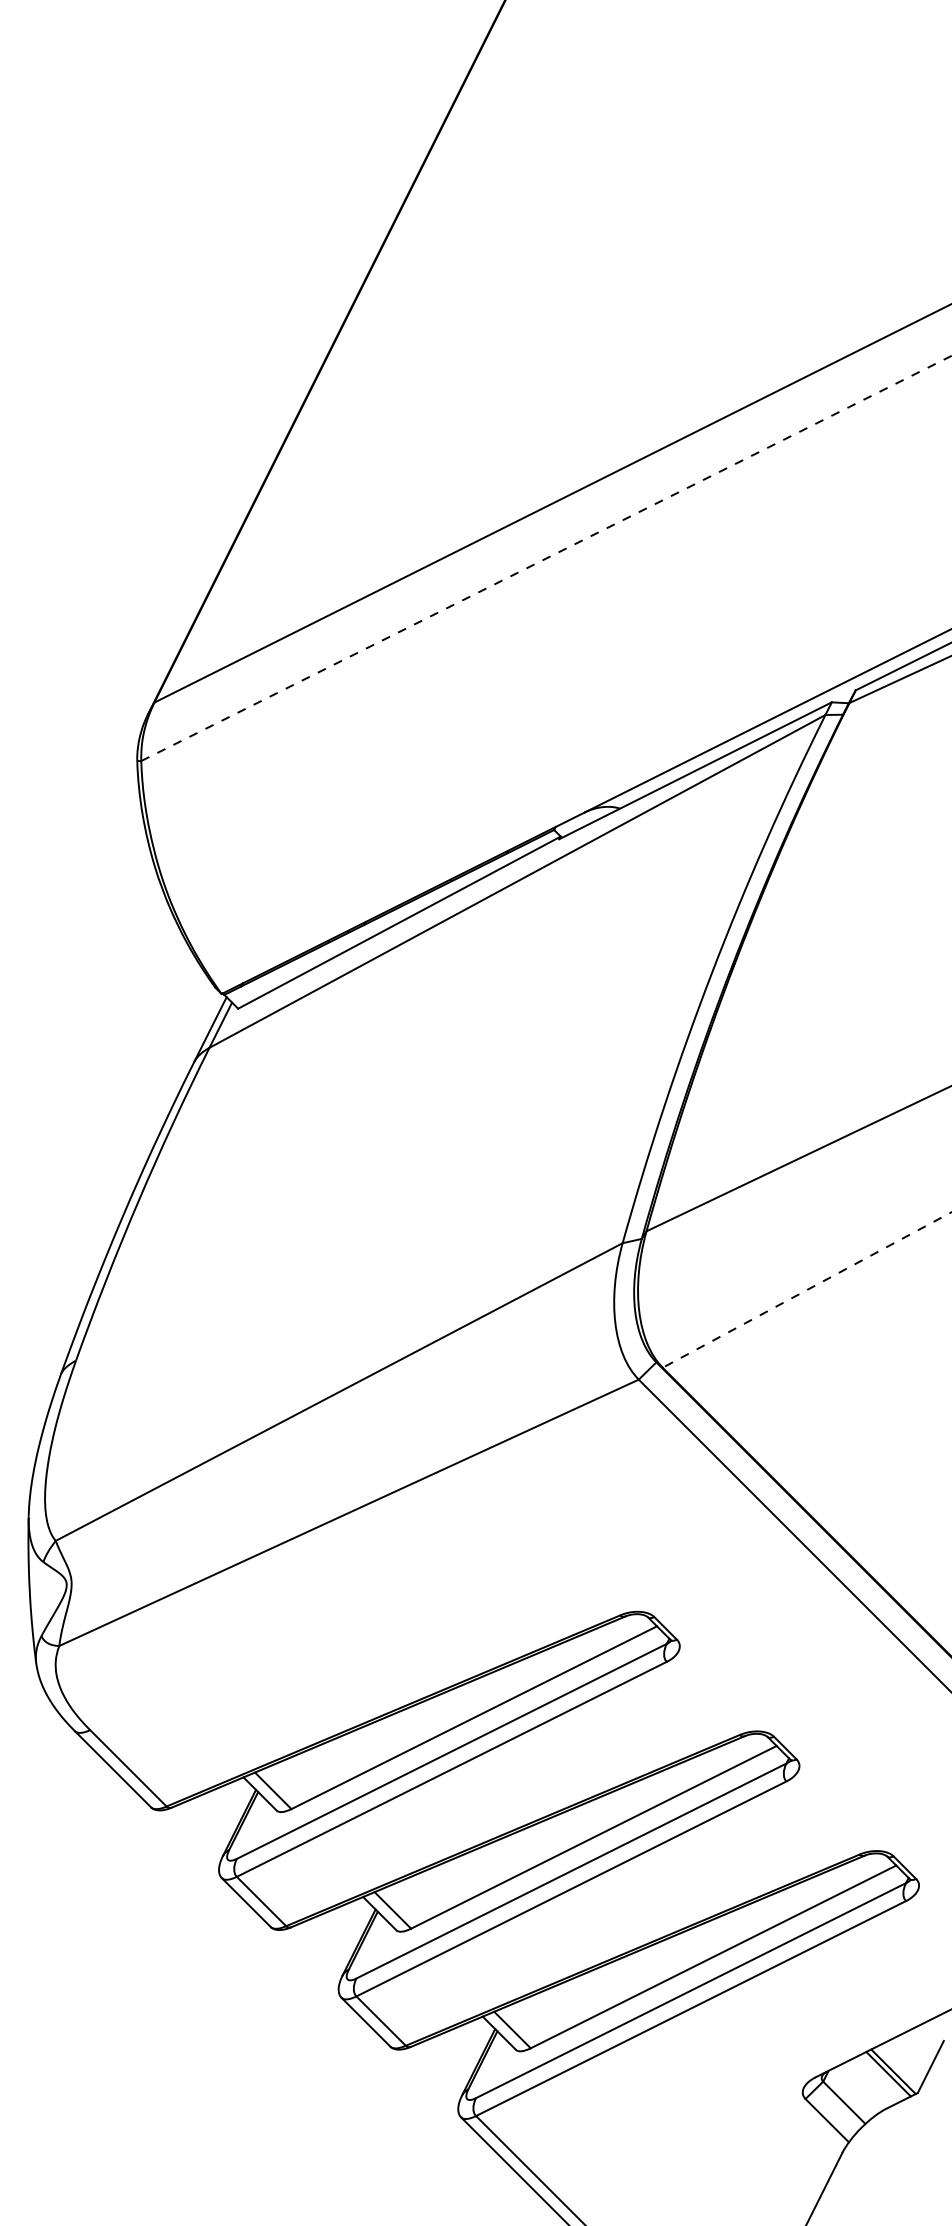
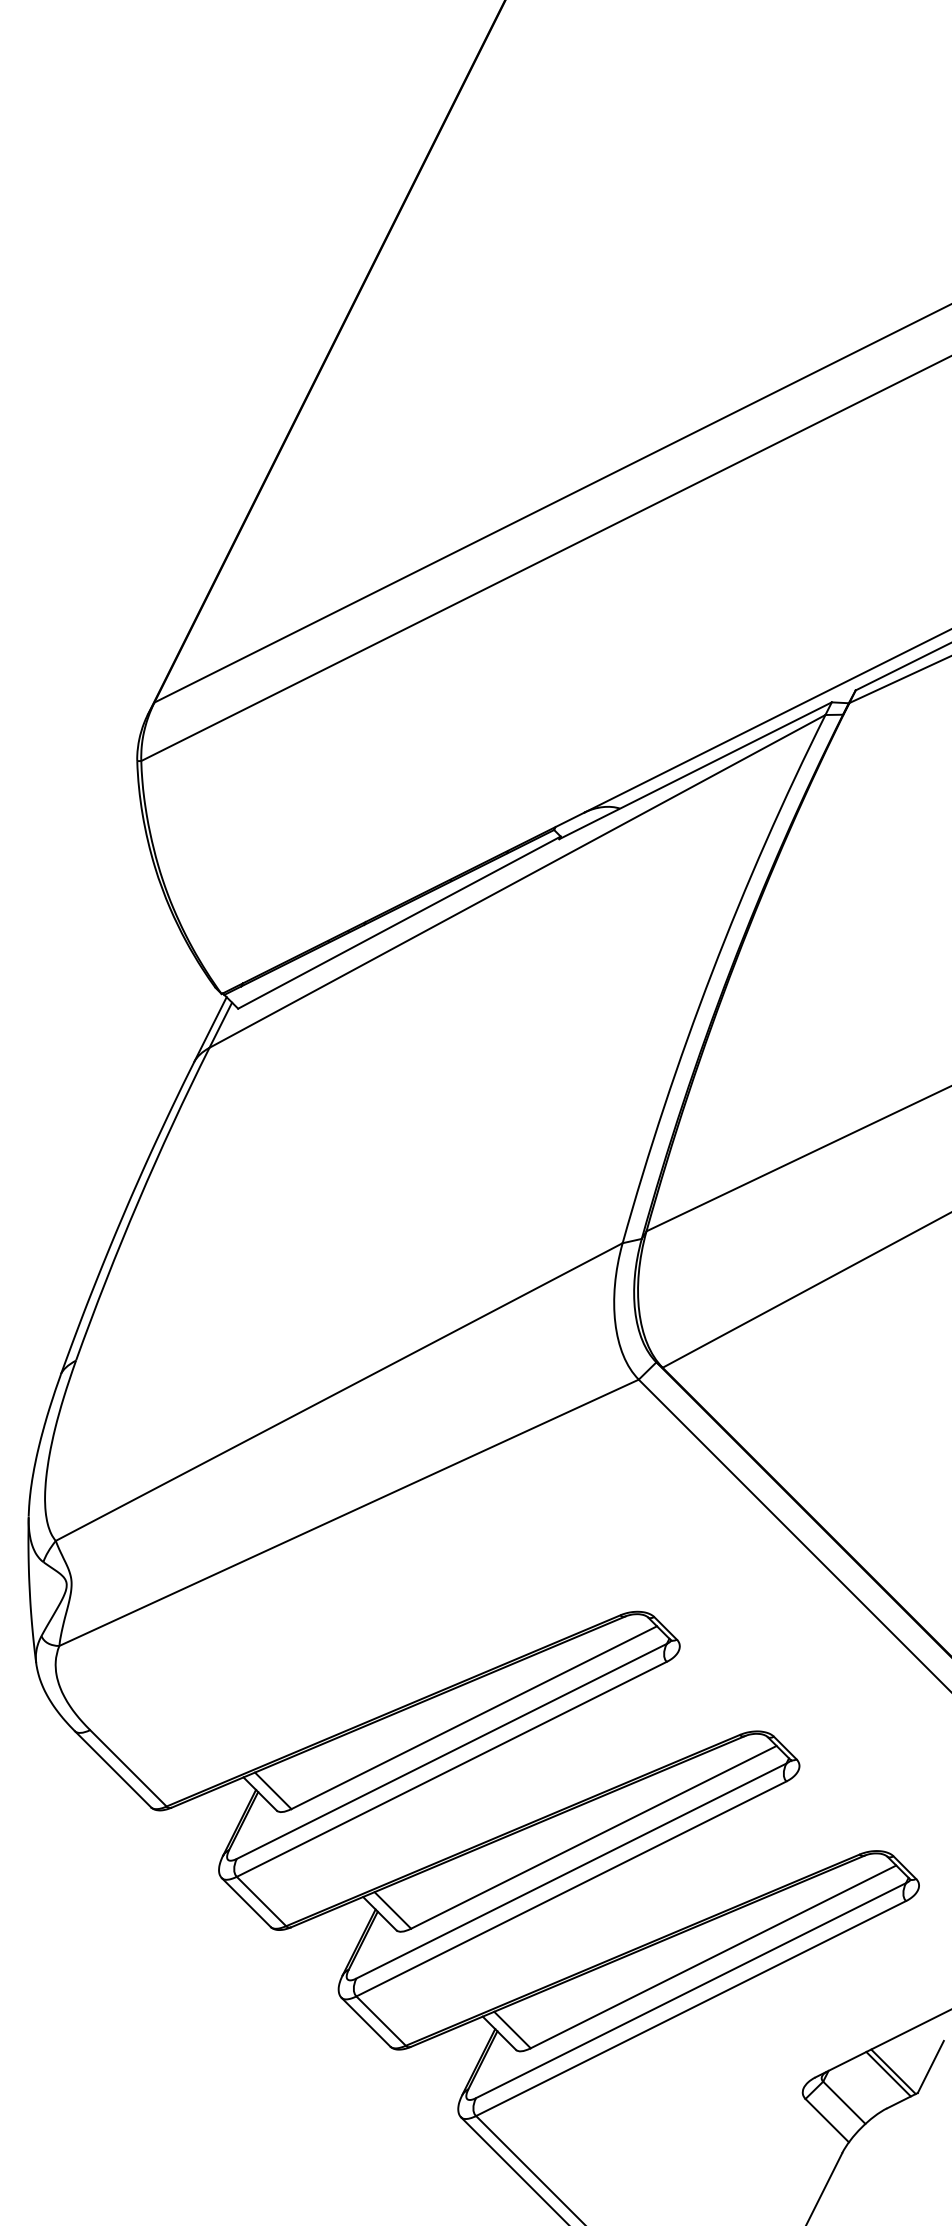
line at (546, 558): dashed -> solid
line at (807, 1290): dashed -> solid
